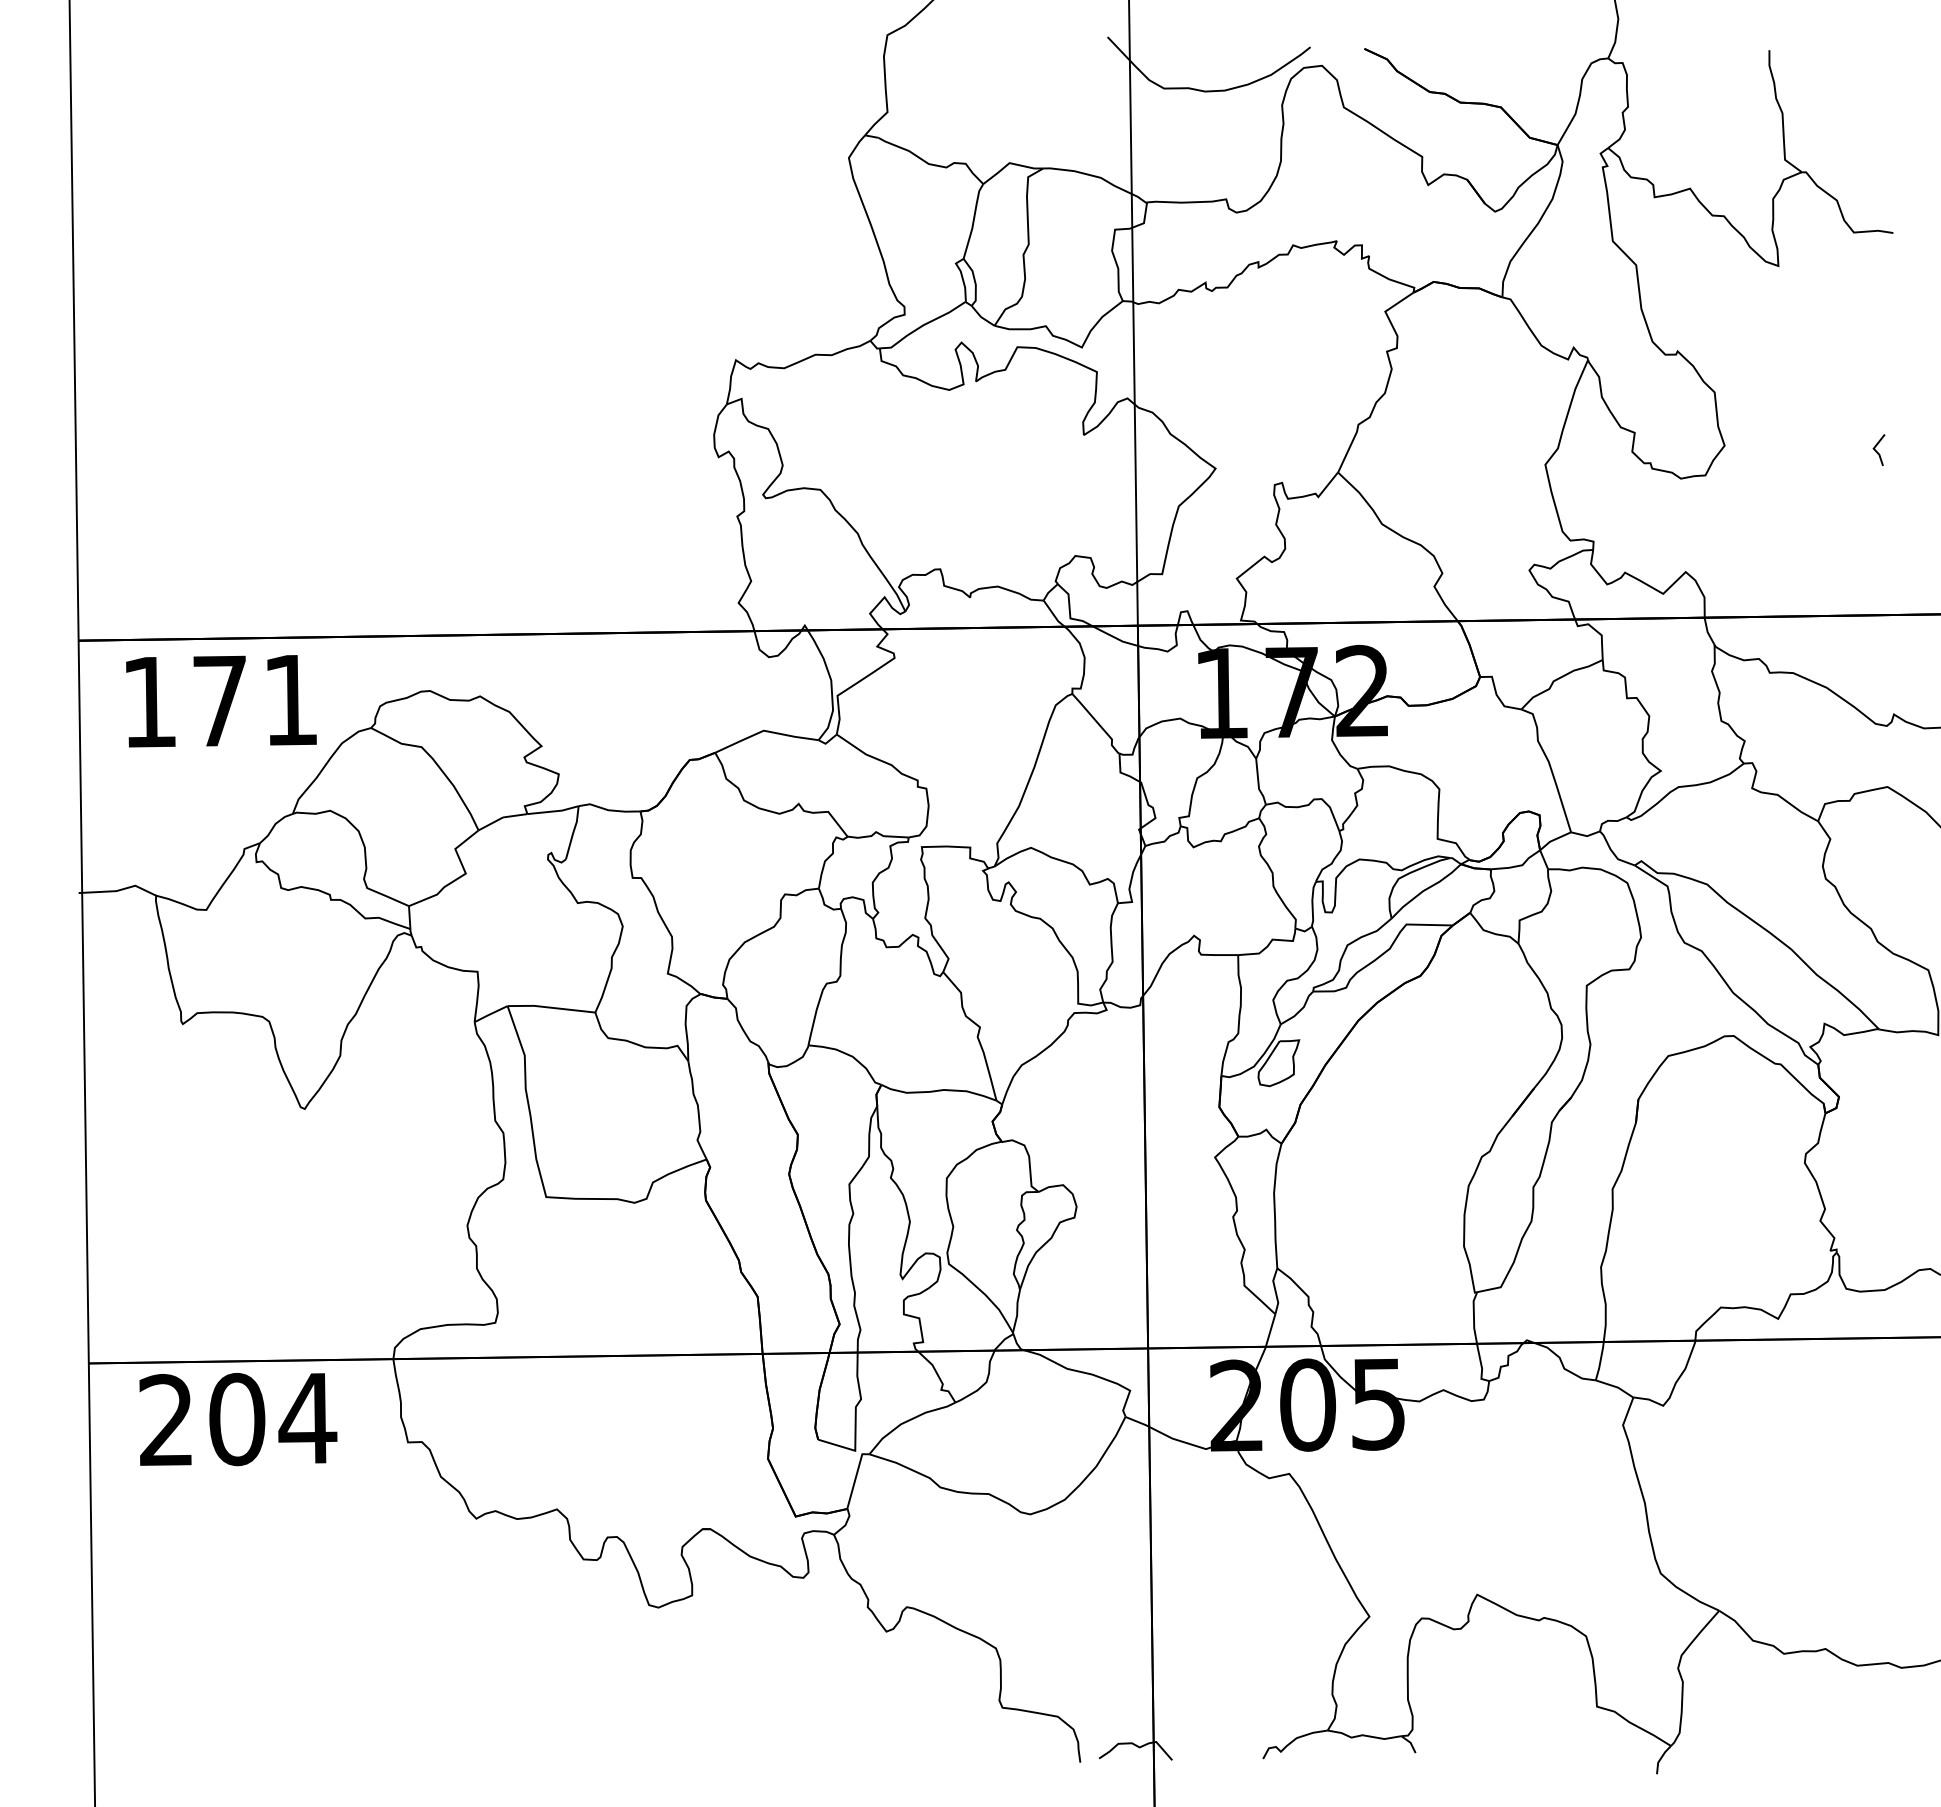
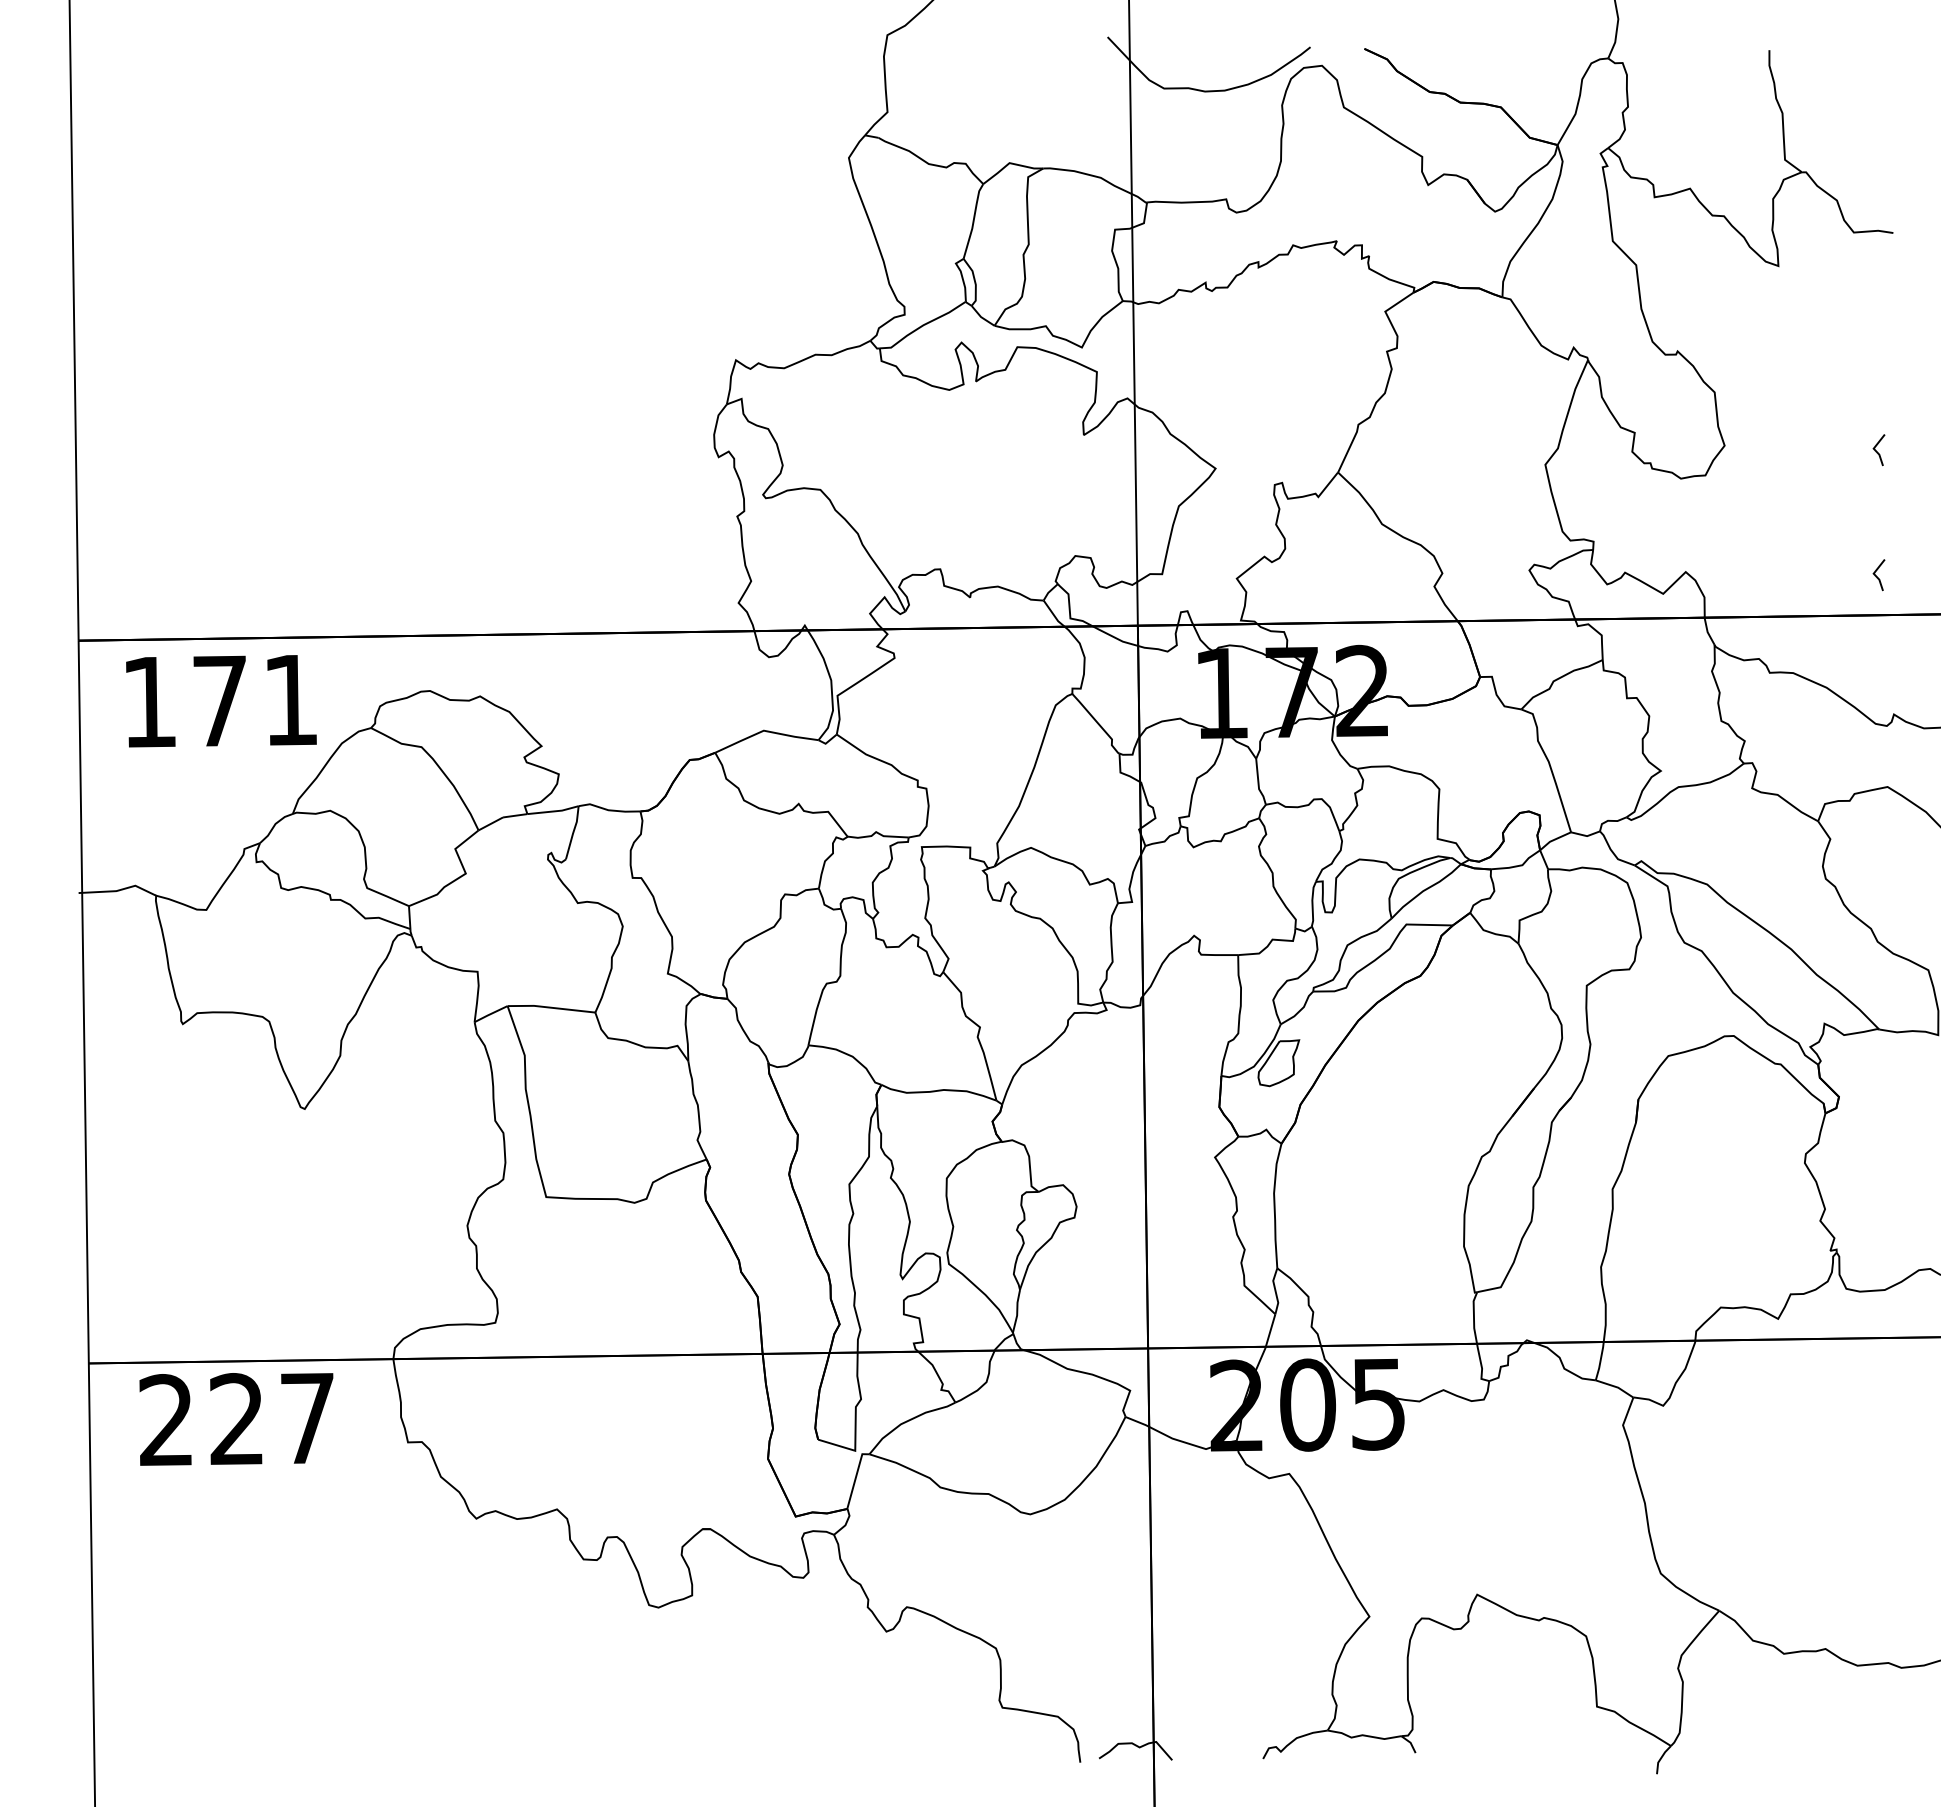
line at (1877, 576): none -> present
text at (273, 1419): 204 -> 227
